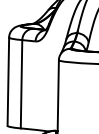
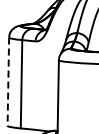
line at (8, 82): solid -> dashed
